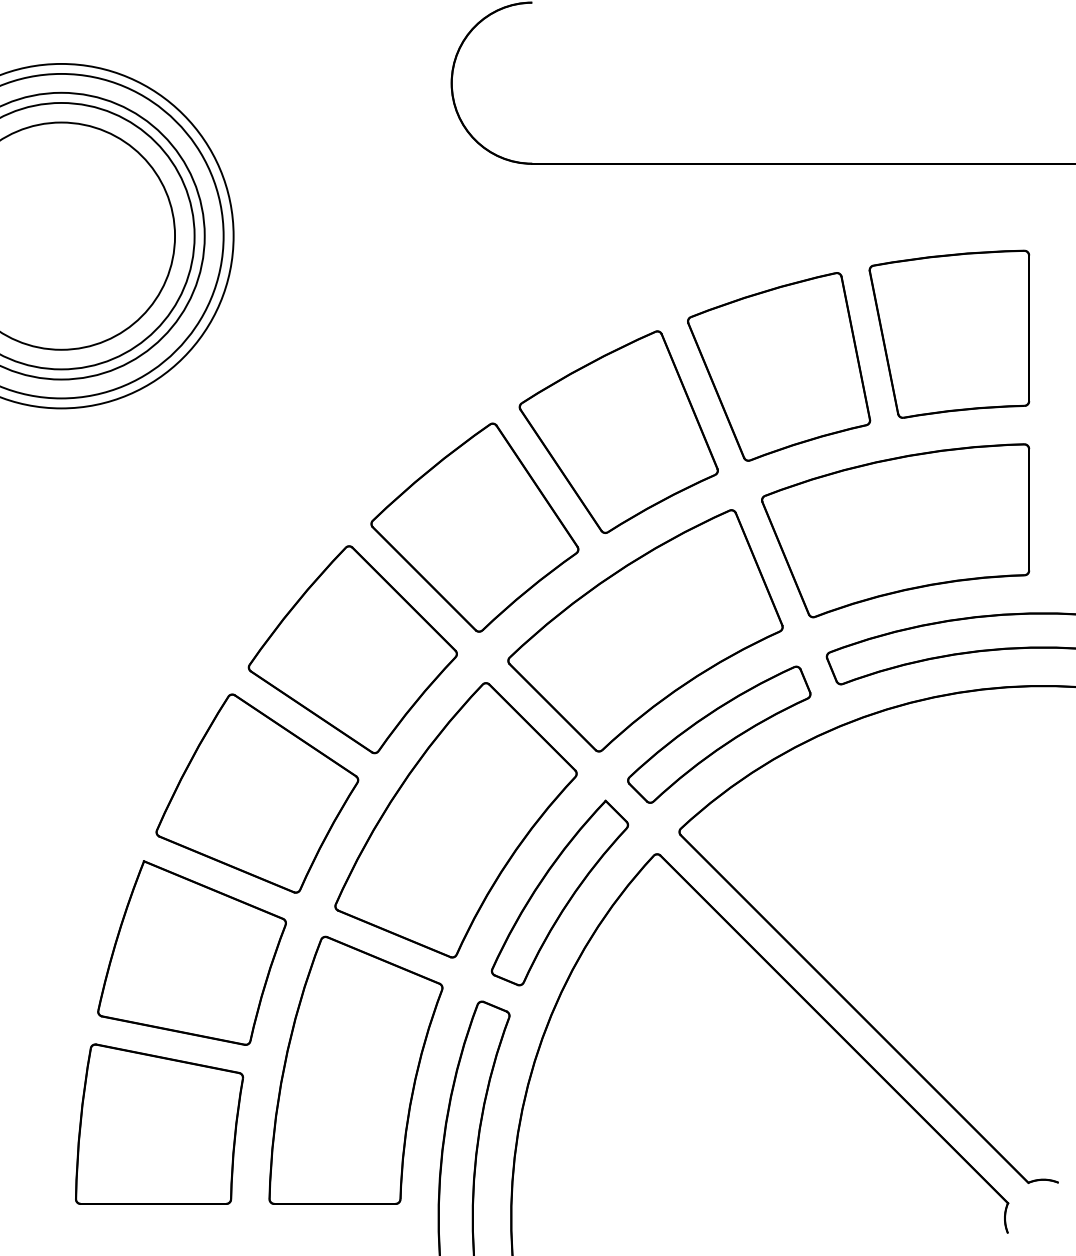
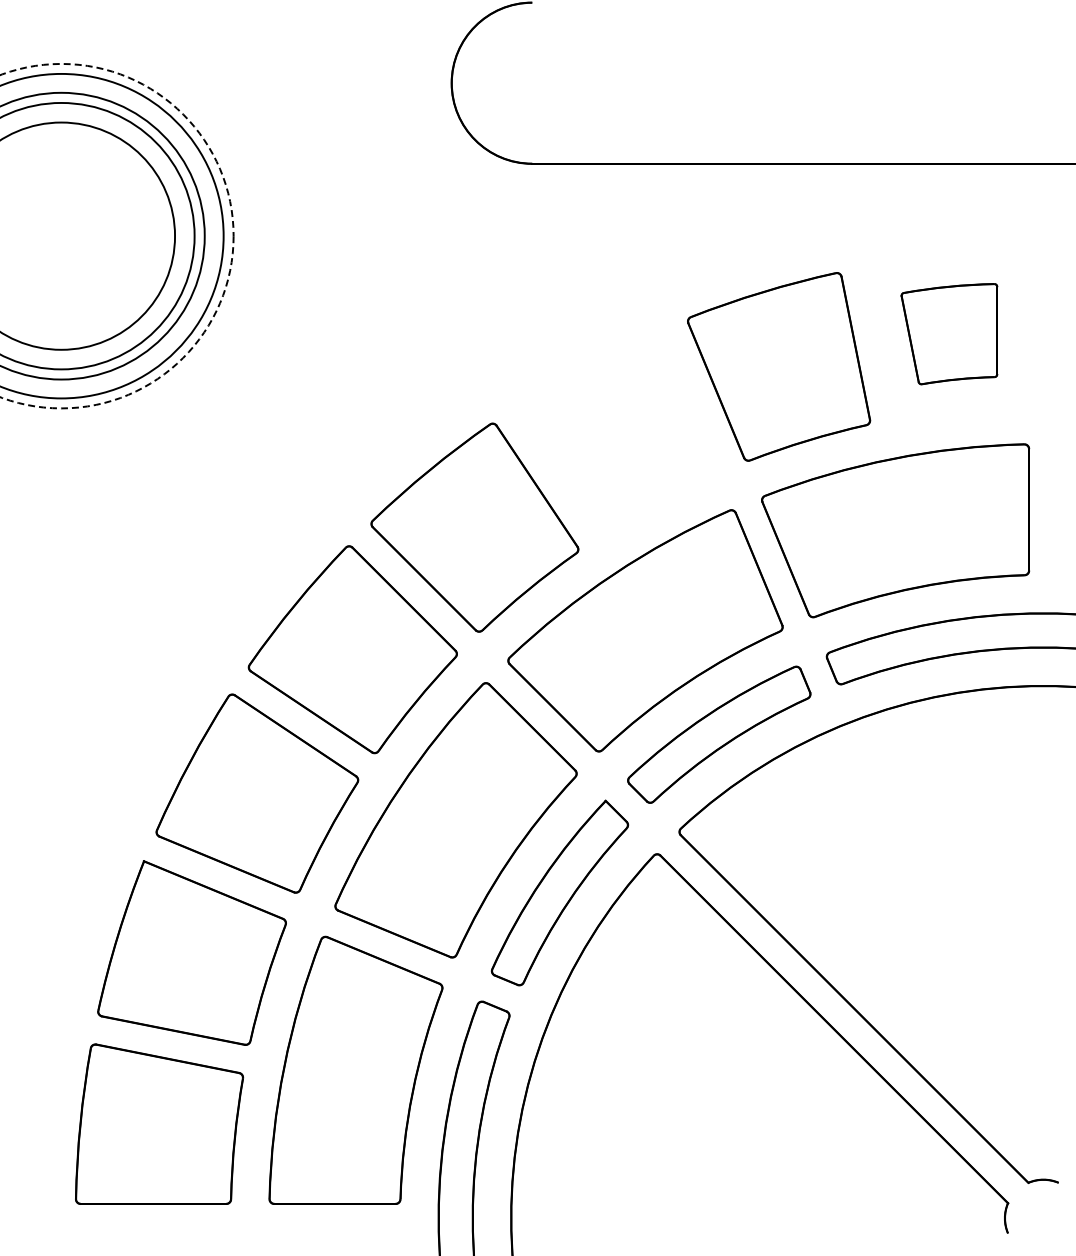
circle at (116, 235): solid -> dashed
part at (949, 333) size: 163x170 px -> 99x103 px
part at (618, 431): present -> none
